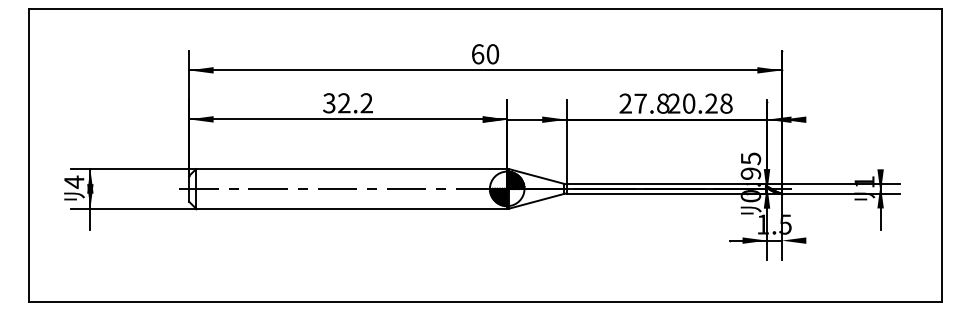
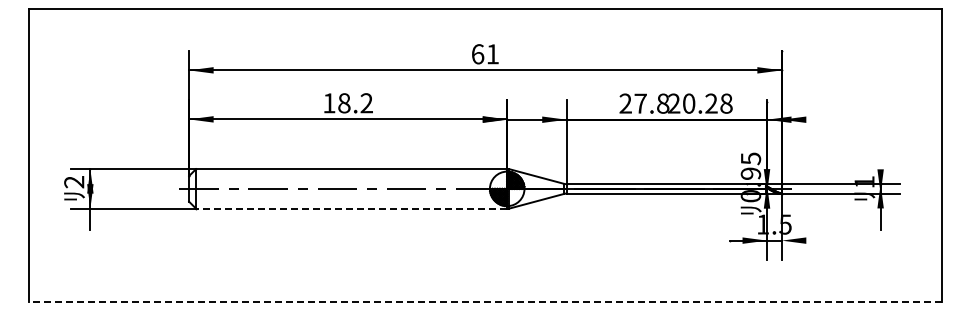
text at (492, 54): 60 -> 61
text at (336, 103): 32.2 -> 18.2
text at (74, 181): 4 -> 2
line at (351, 208): solid -> dashed
line at (485, 301): solid -> dashed
